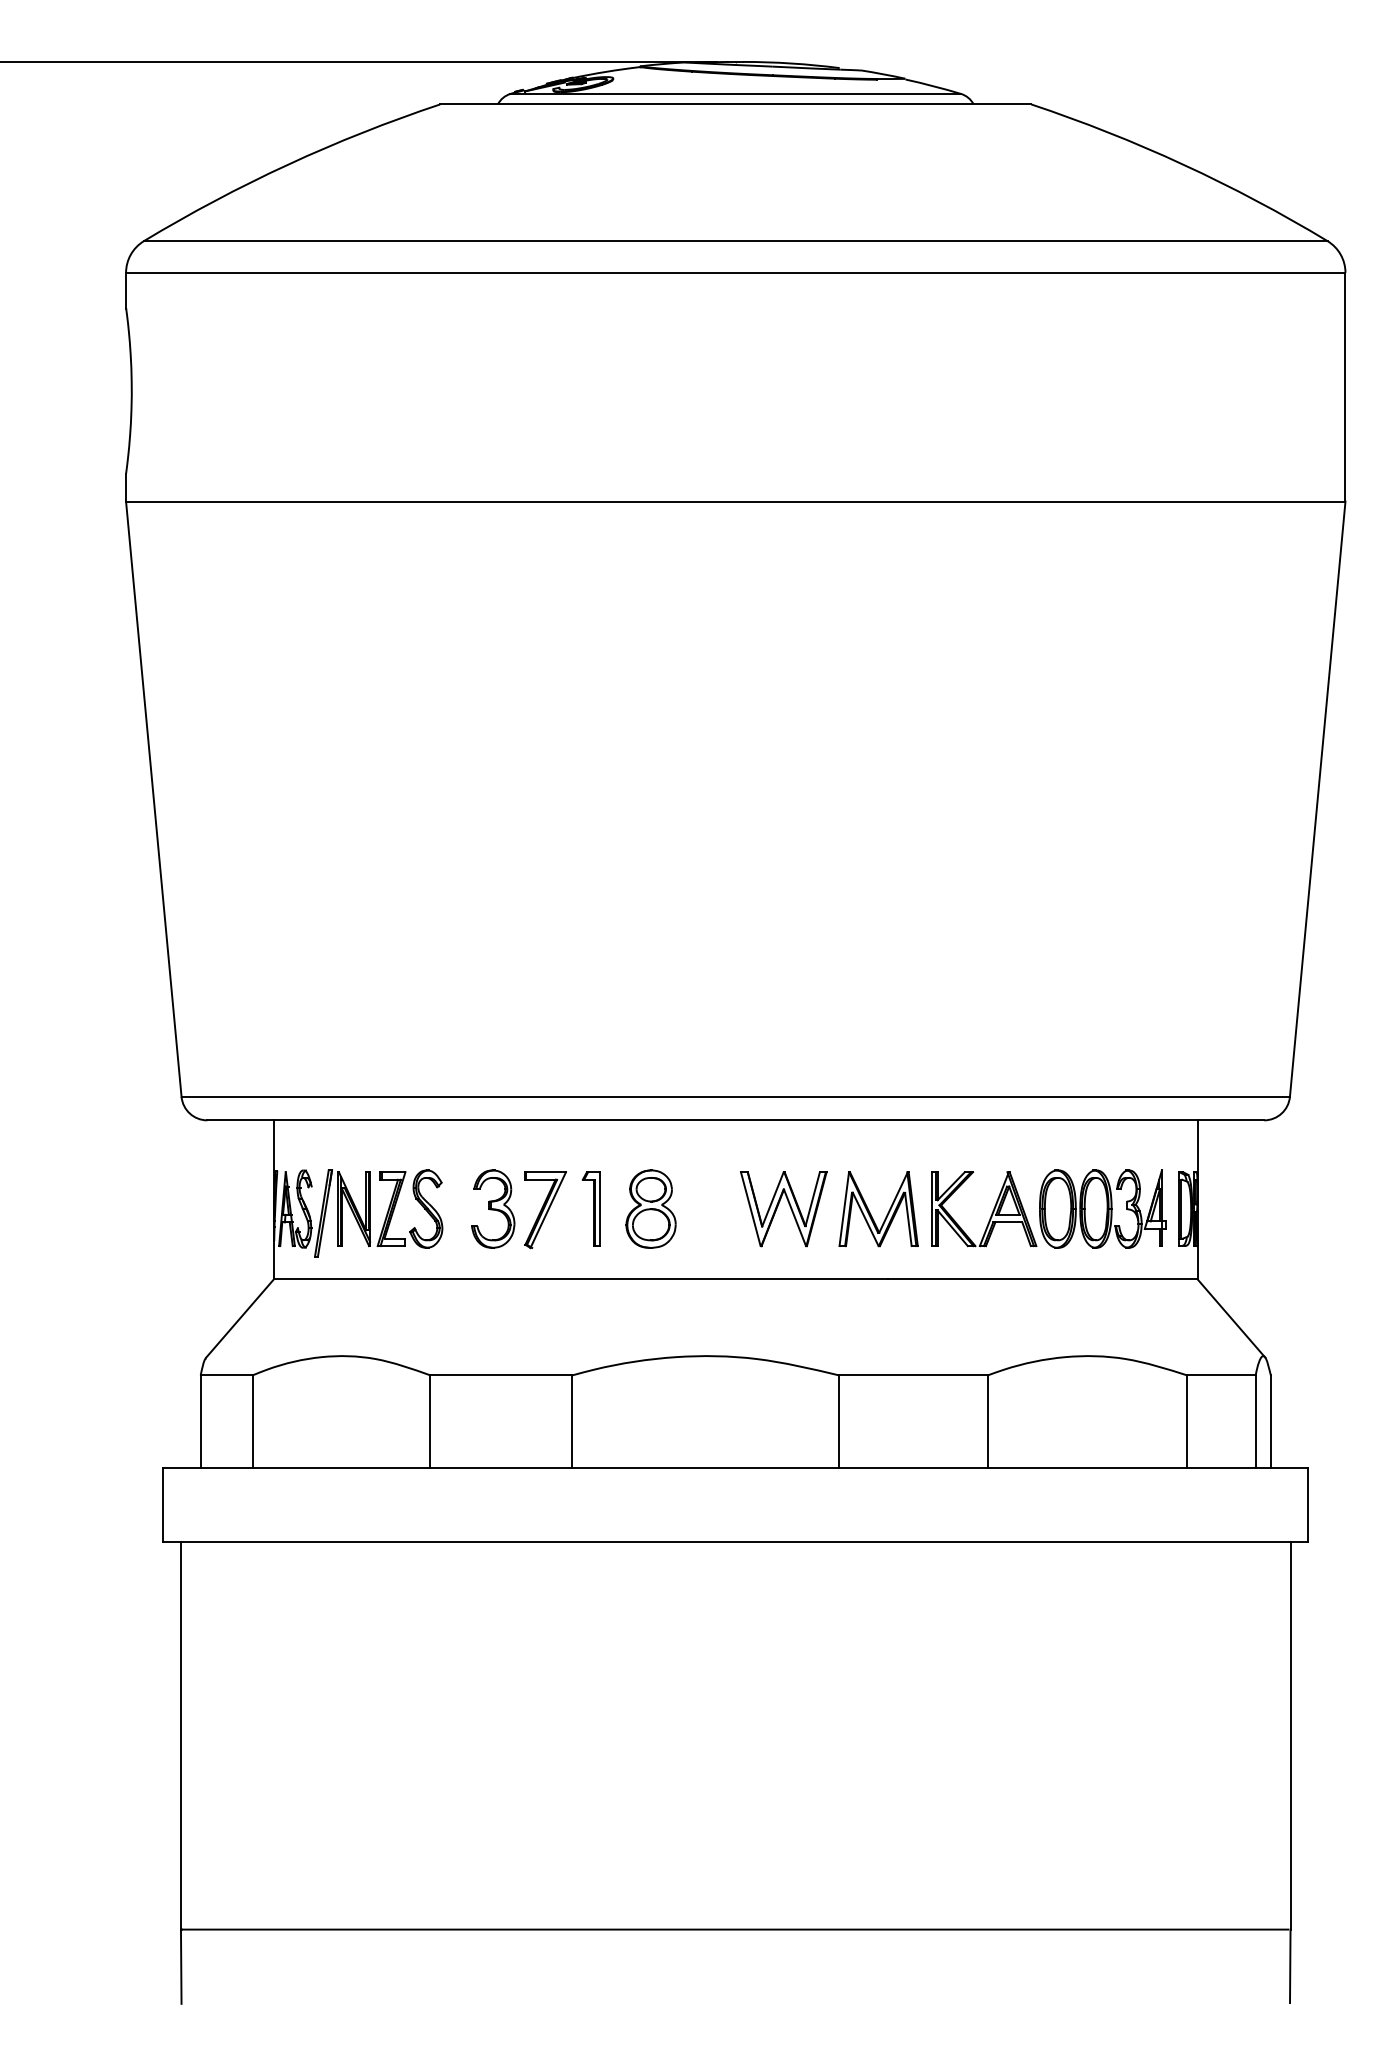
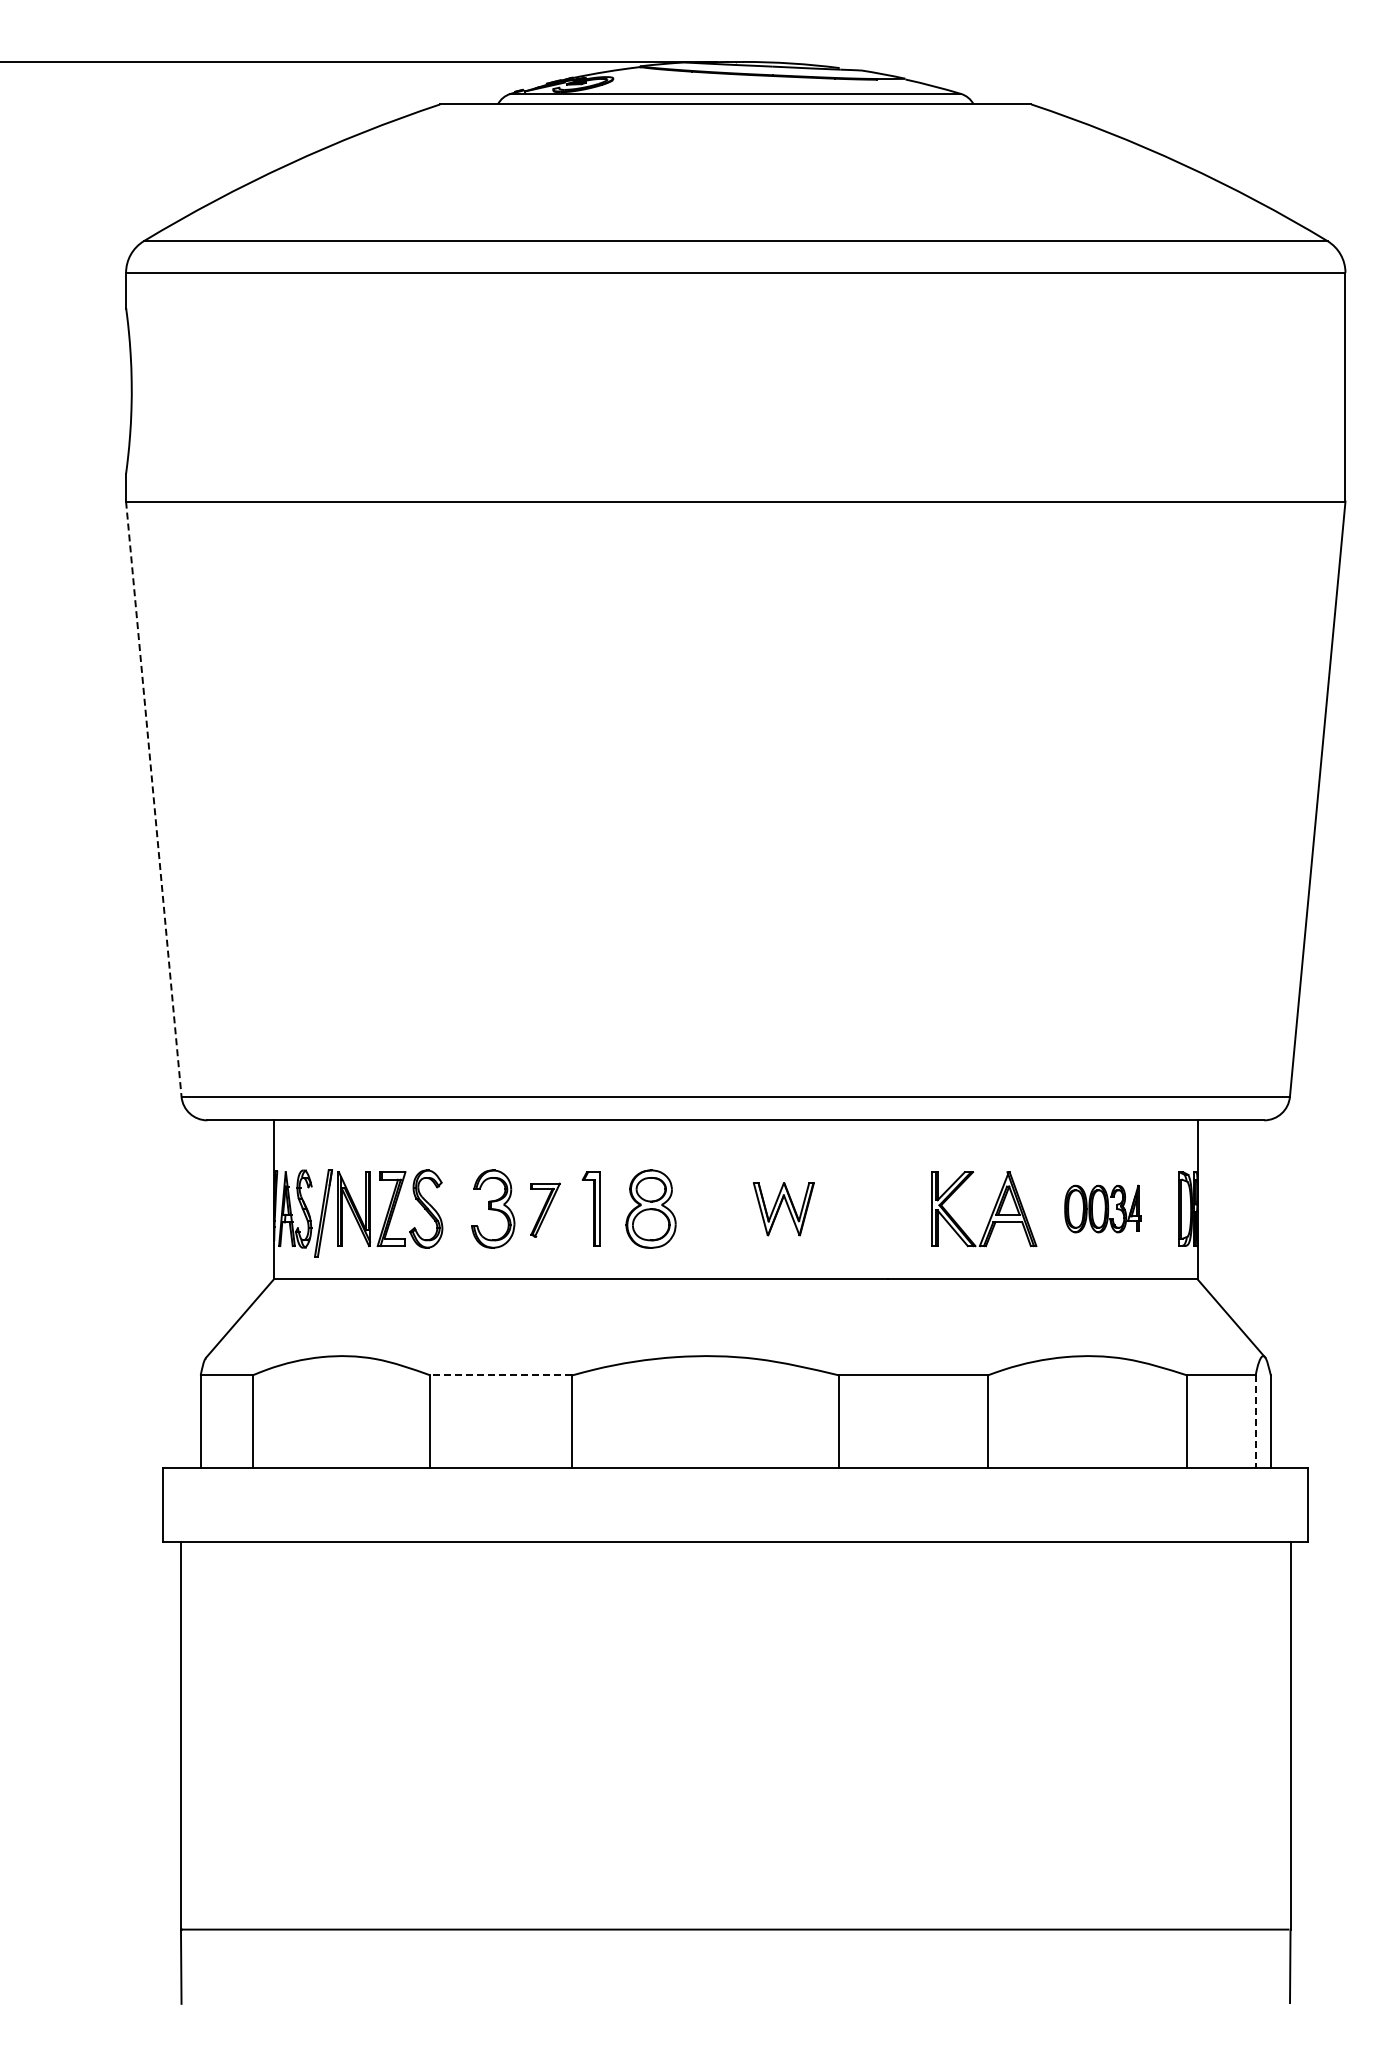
line at (153, 799): solid -> dashed
part at (1102, 1208) size: 128x80 px -> 78x50 px
part at (783, 1209) size: 88x77 px -> 62x55 px
part at (545, 1210) size: 43x79 px -> 31x56 px
part at (870, 1212): present -> none
line at (501, 1375): solid -> dashed
line at (1255, 1422): solid -> dashed
